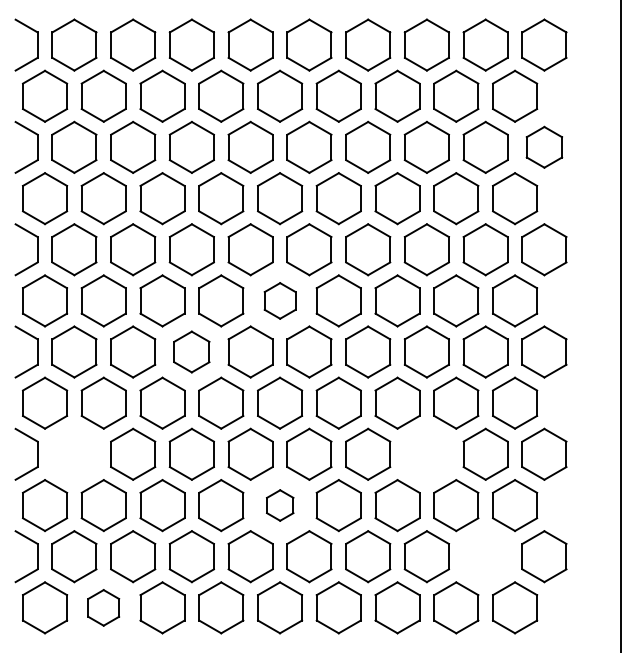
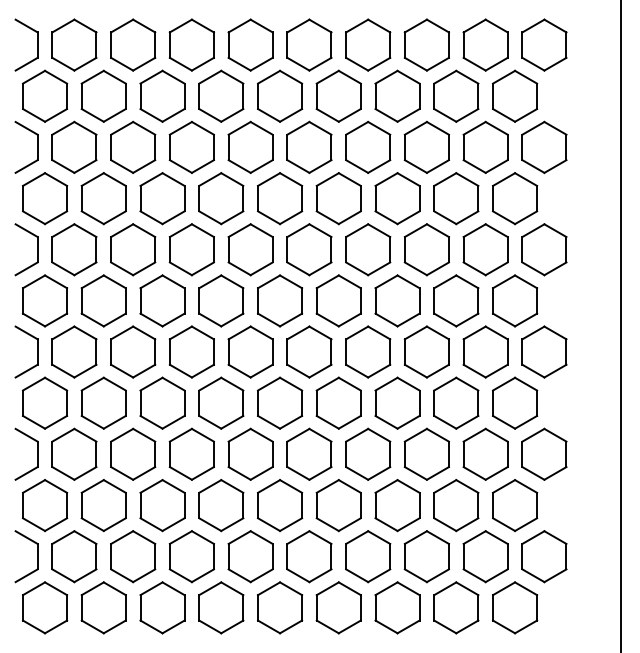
part at (544, 146) size: 39x44 px -> 47x54 px
part at (279, 300) size: 34x38 px -> 47x54 px
part at (191, 351) size: 38x44 px -> 47x54 px
part at (74, 453): none -> present
part at (426, 453): none -> present
part at (280, 505) size: 29x33 px -> 47x53 px
part at (485, 556): none -> present
part at (103, 607) size: 34x38 px -> 47x54 px
